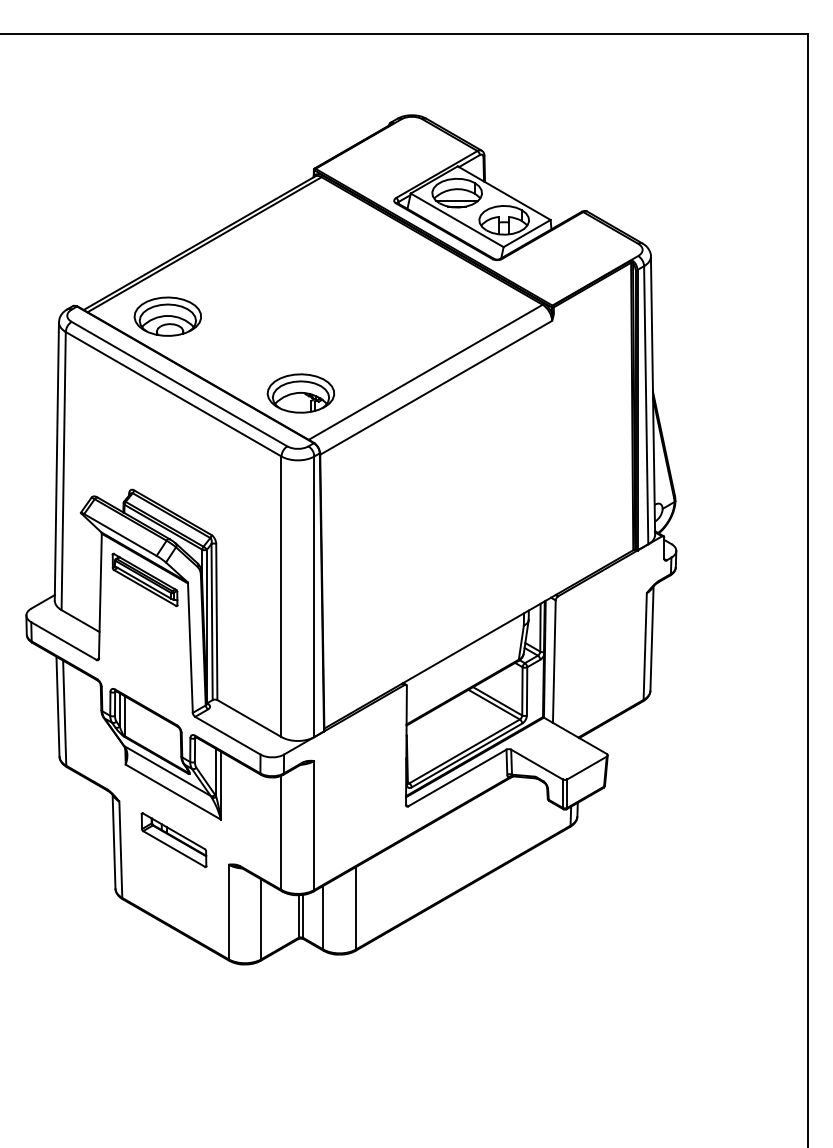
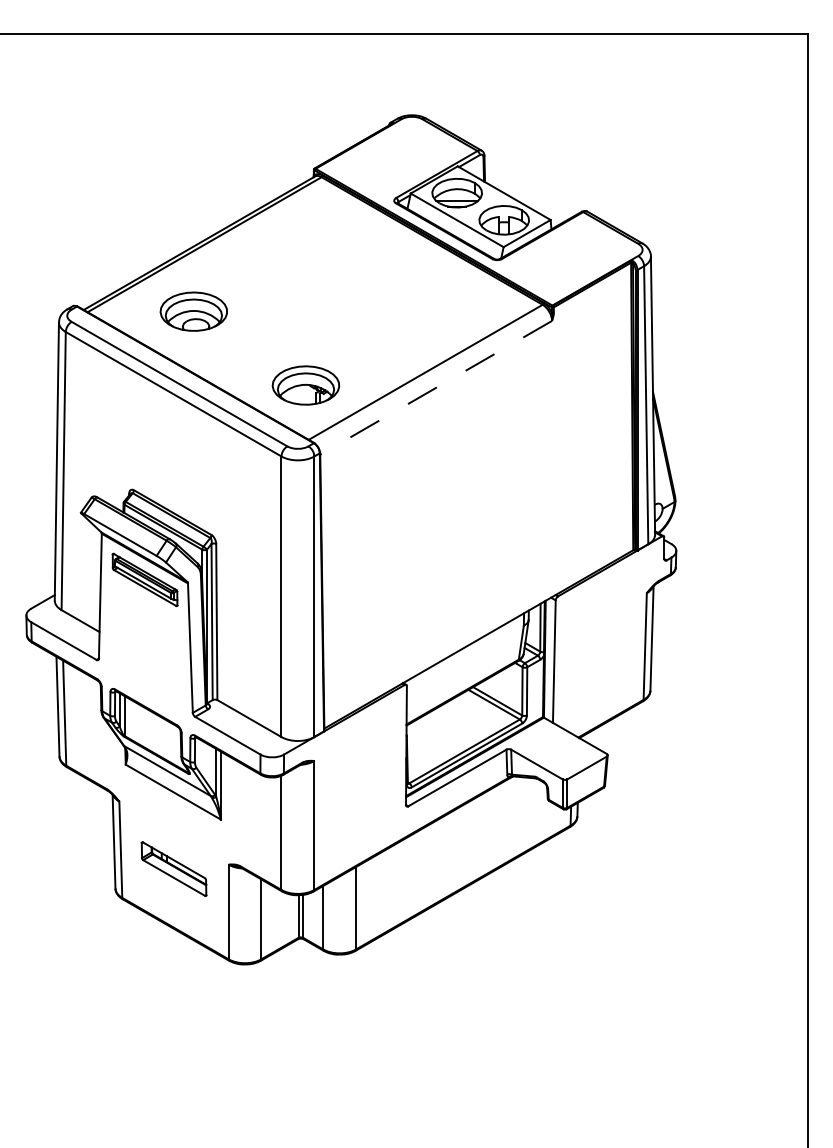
part at (167, 316) position: (167, 316) -> (193, 311)
line at (436, 387): solid -> dashed
part at (300, 393) position: (300, 393) -> (305, 385)
part at (173, 839) position: (173, 839) -> (173, 868)
